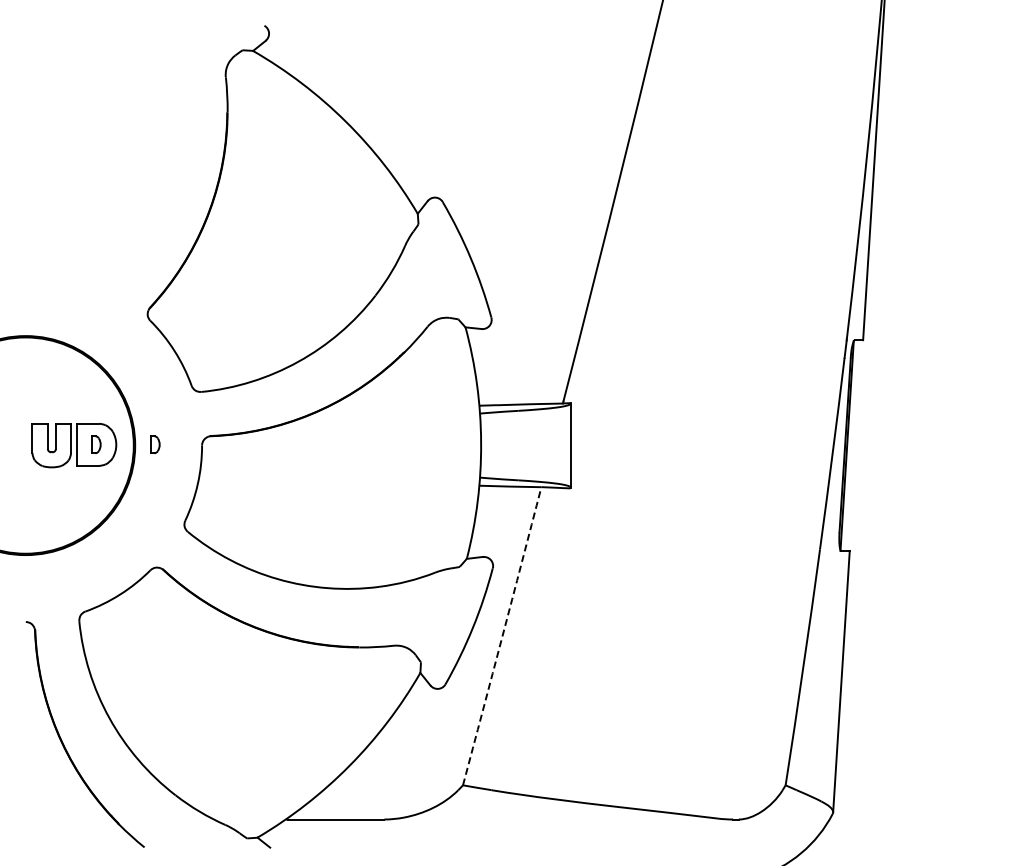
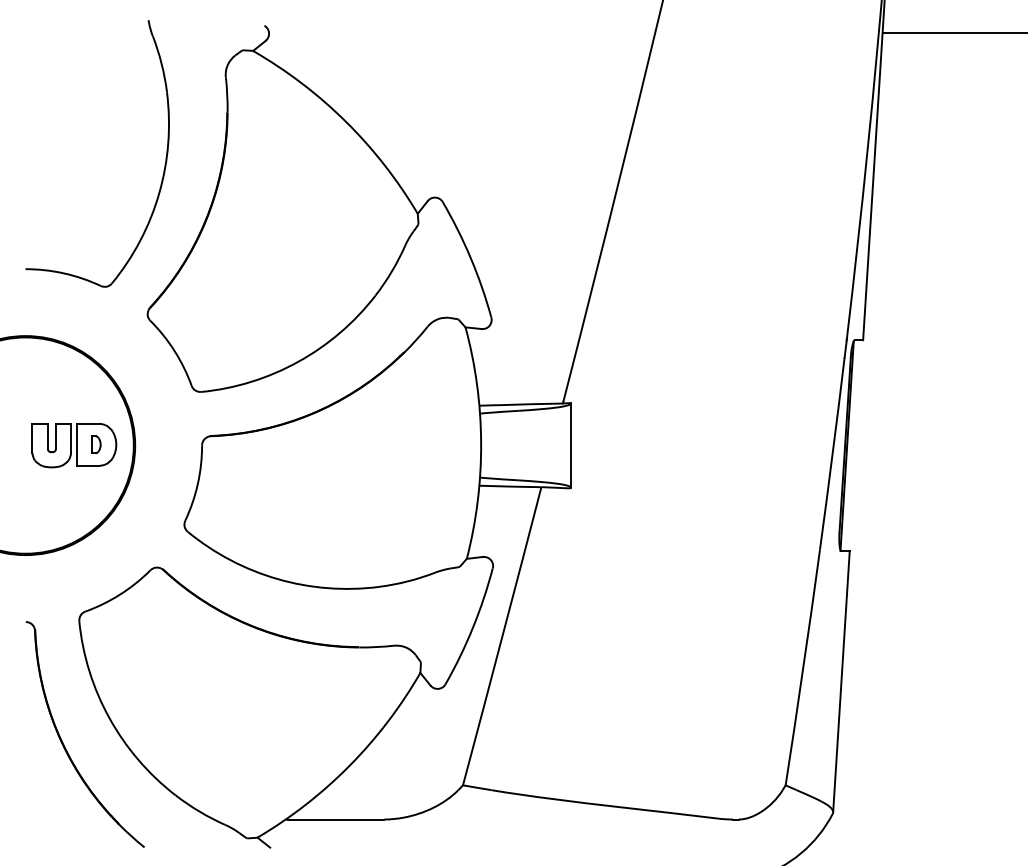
line at (953, 33): none -> present
part at (164, 164): none -> present
part at (155, 444): present -> none
arc at (502, 636): dashed -> solid
